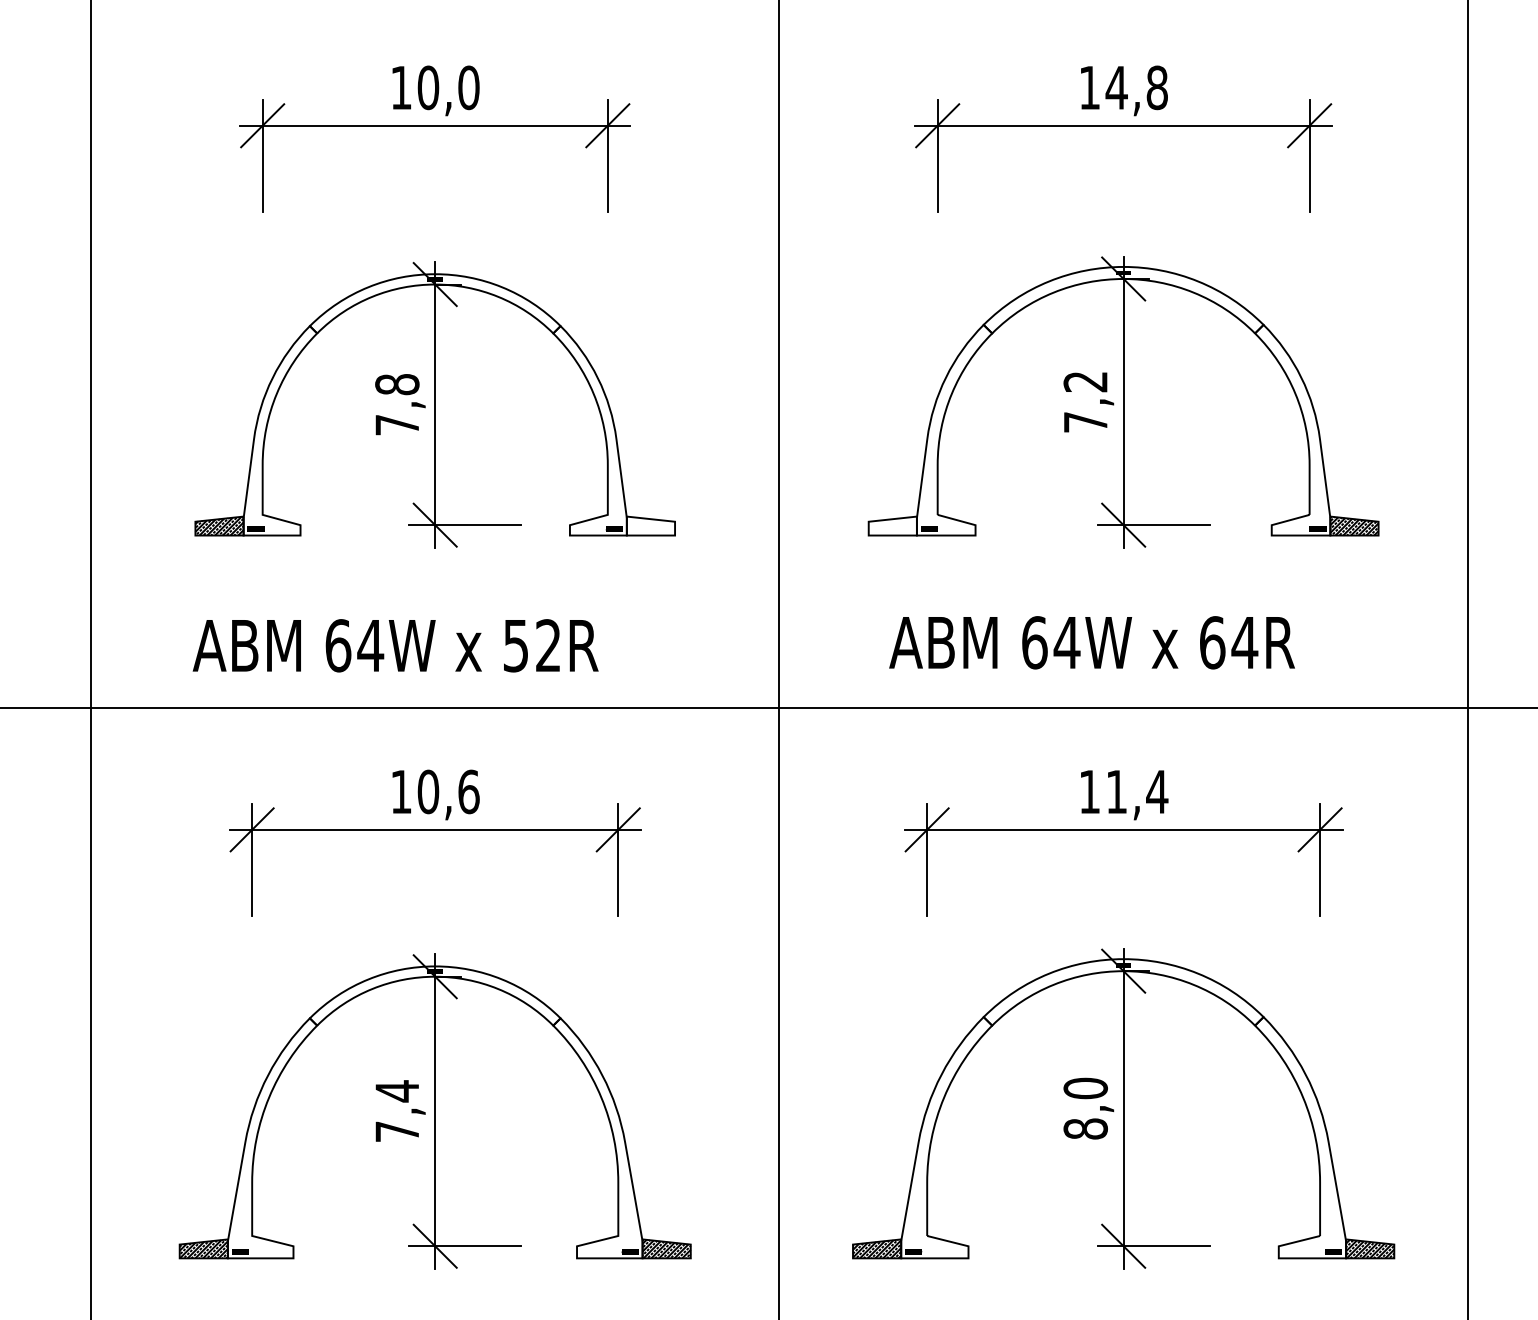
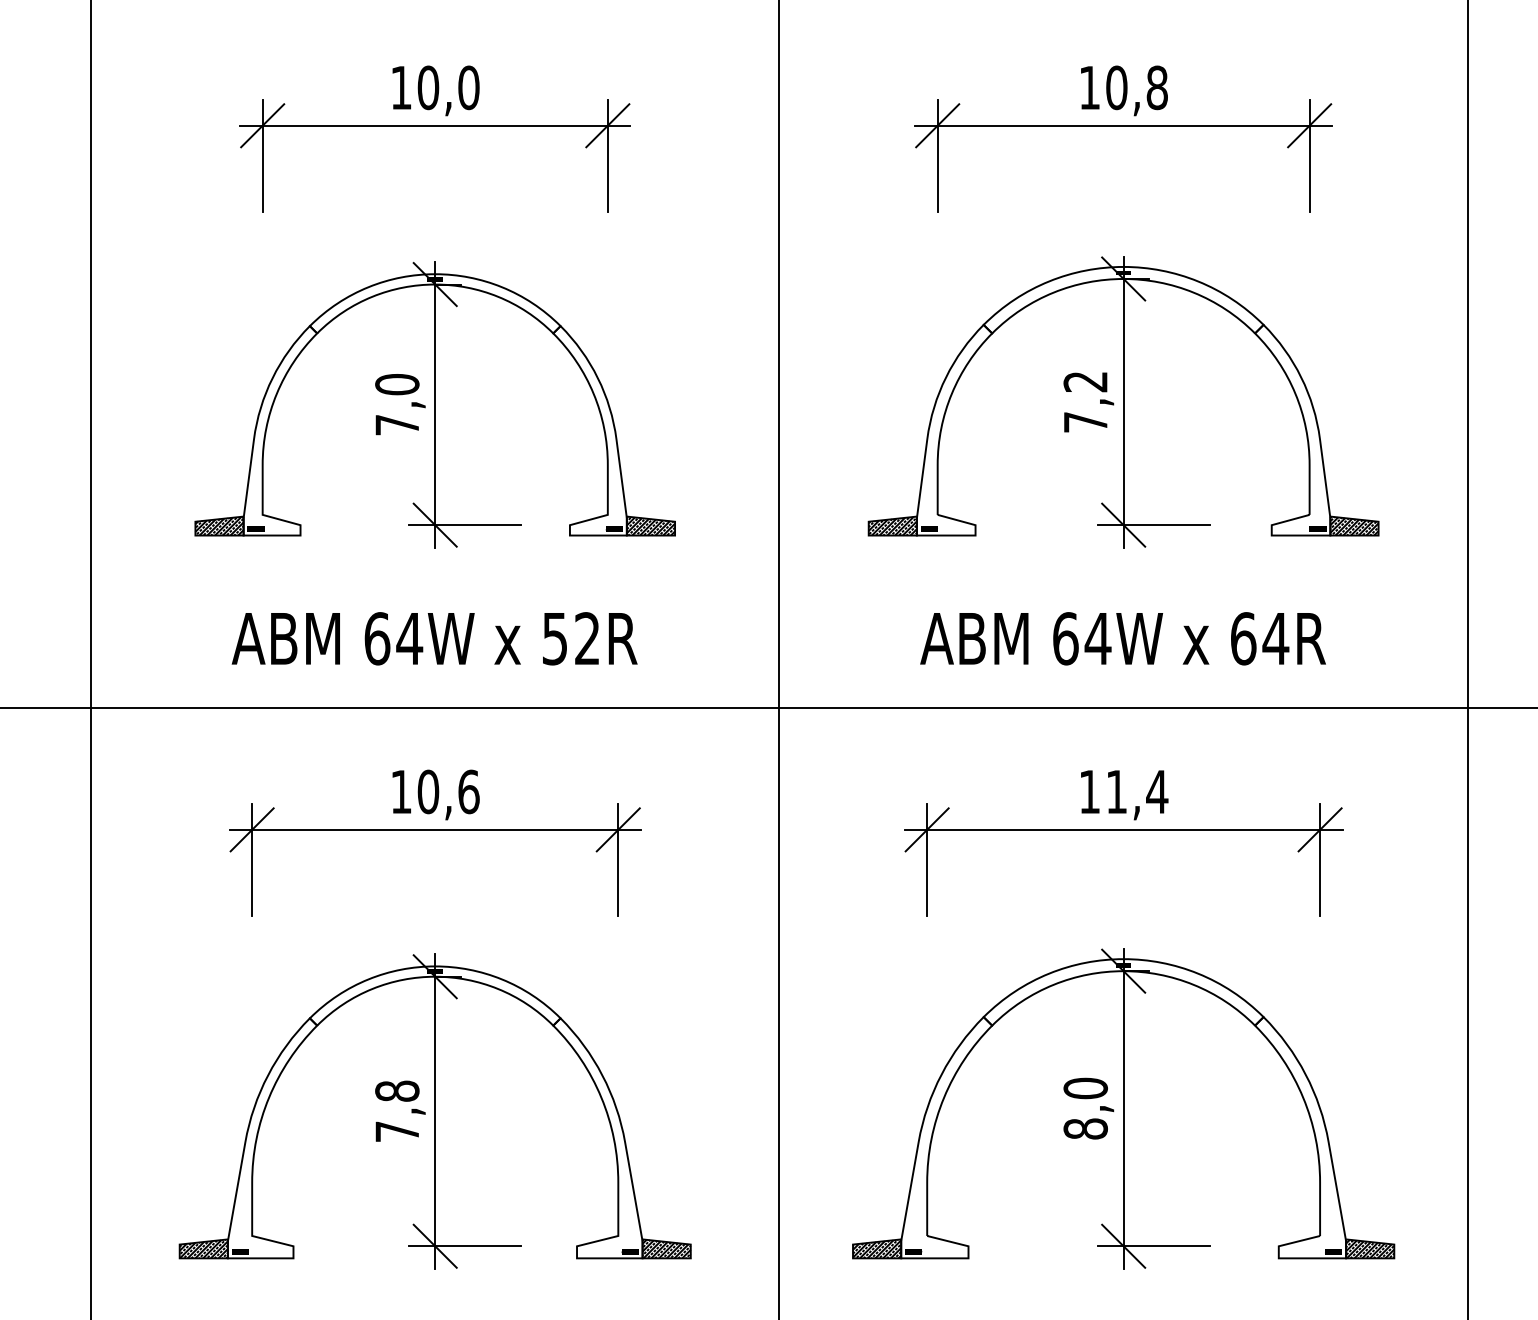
text at (1116, 87): 14,8 -> 10,8
text at (397, 384): 7,8 -> 7,0
hatch at (650, 525): none -> present
hatch at (892, 525): none -> present
text at (1091, 642) position: (1091, 642) -> (1122, 638)
text at (395, 645) position: (395, 645) -> (434, 638)
text at (397, 1091): 7,4 -> 7,8
